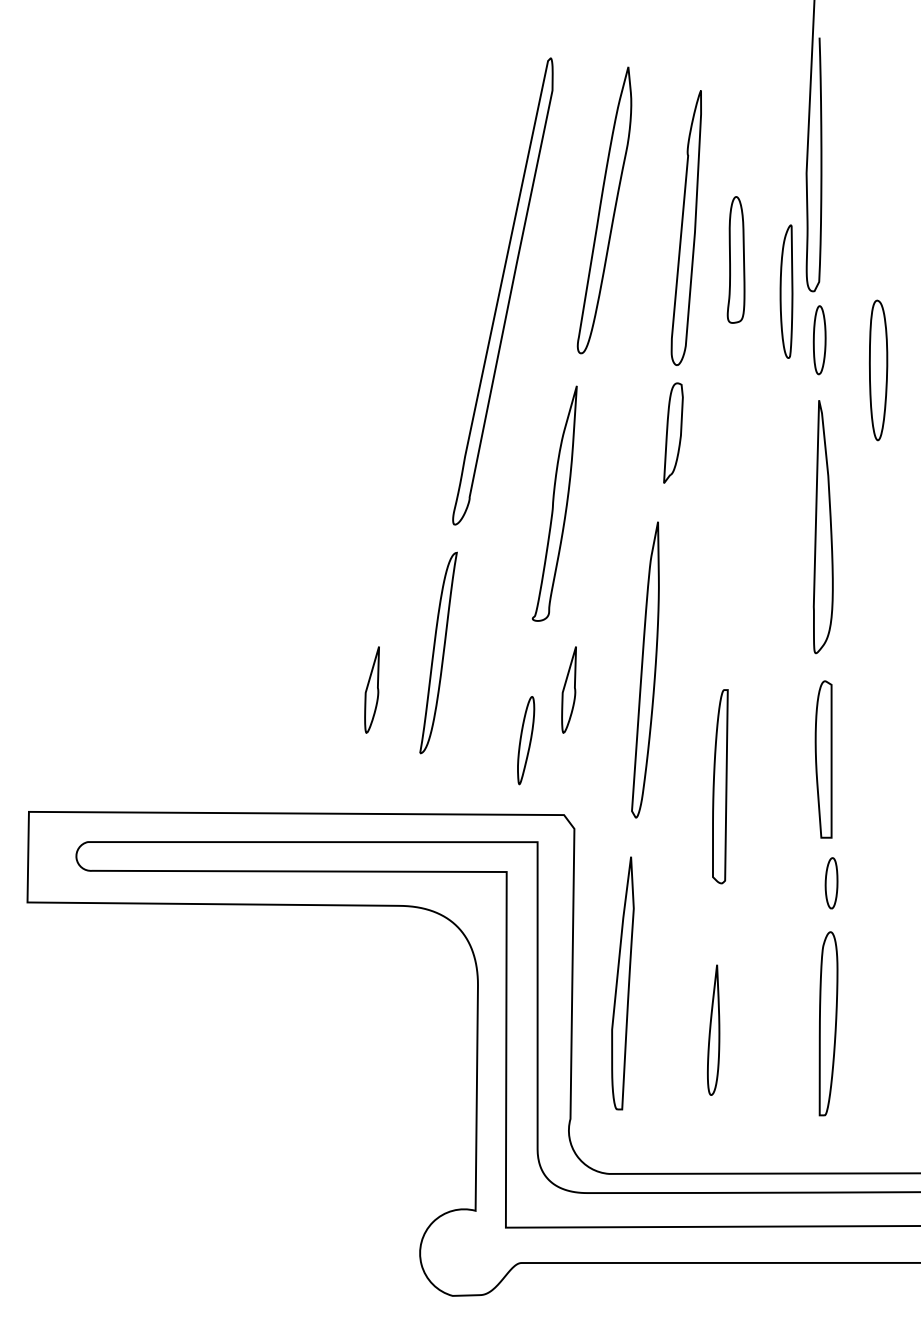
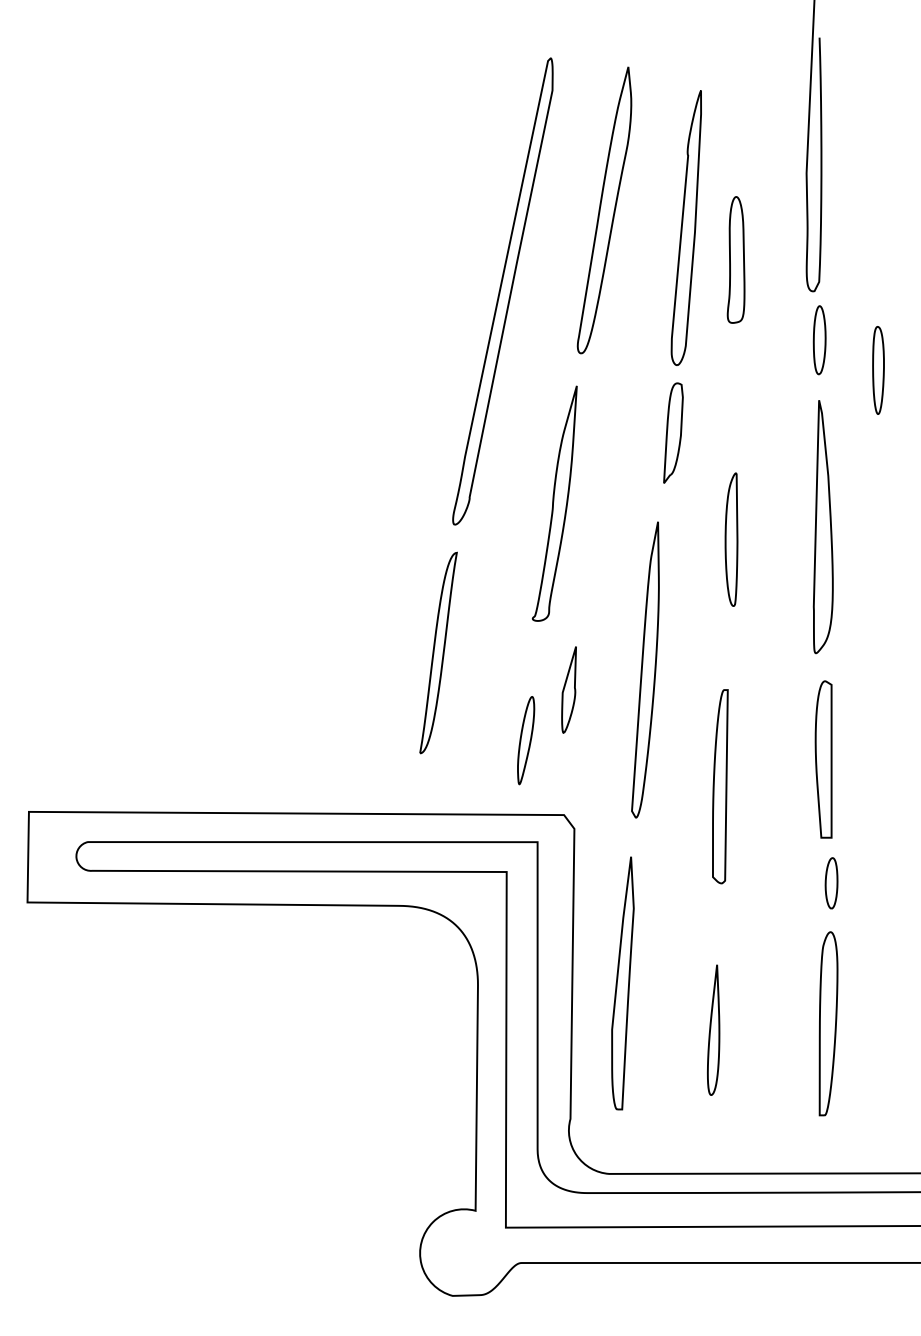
part at (786, 291) position: (786, 291) -> (731, 539)
part at (878, 370) size: 20x143 px -> 13x89 px
part at (371, 689): present -> none
